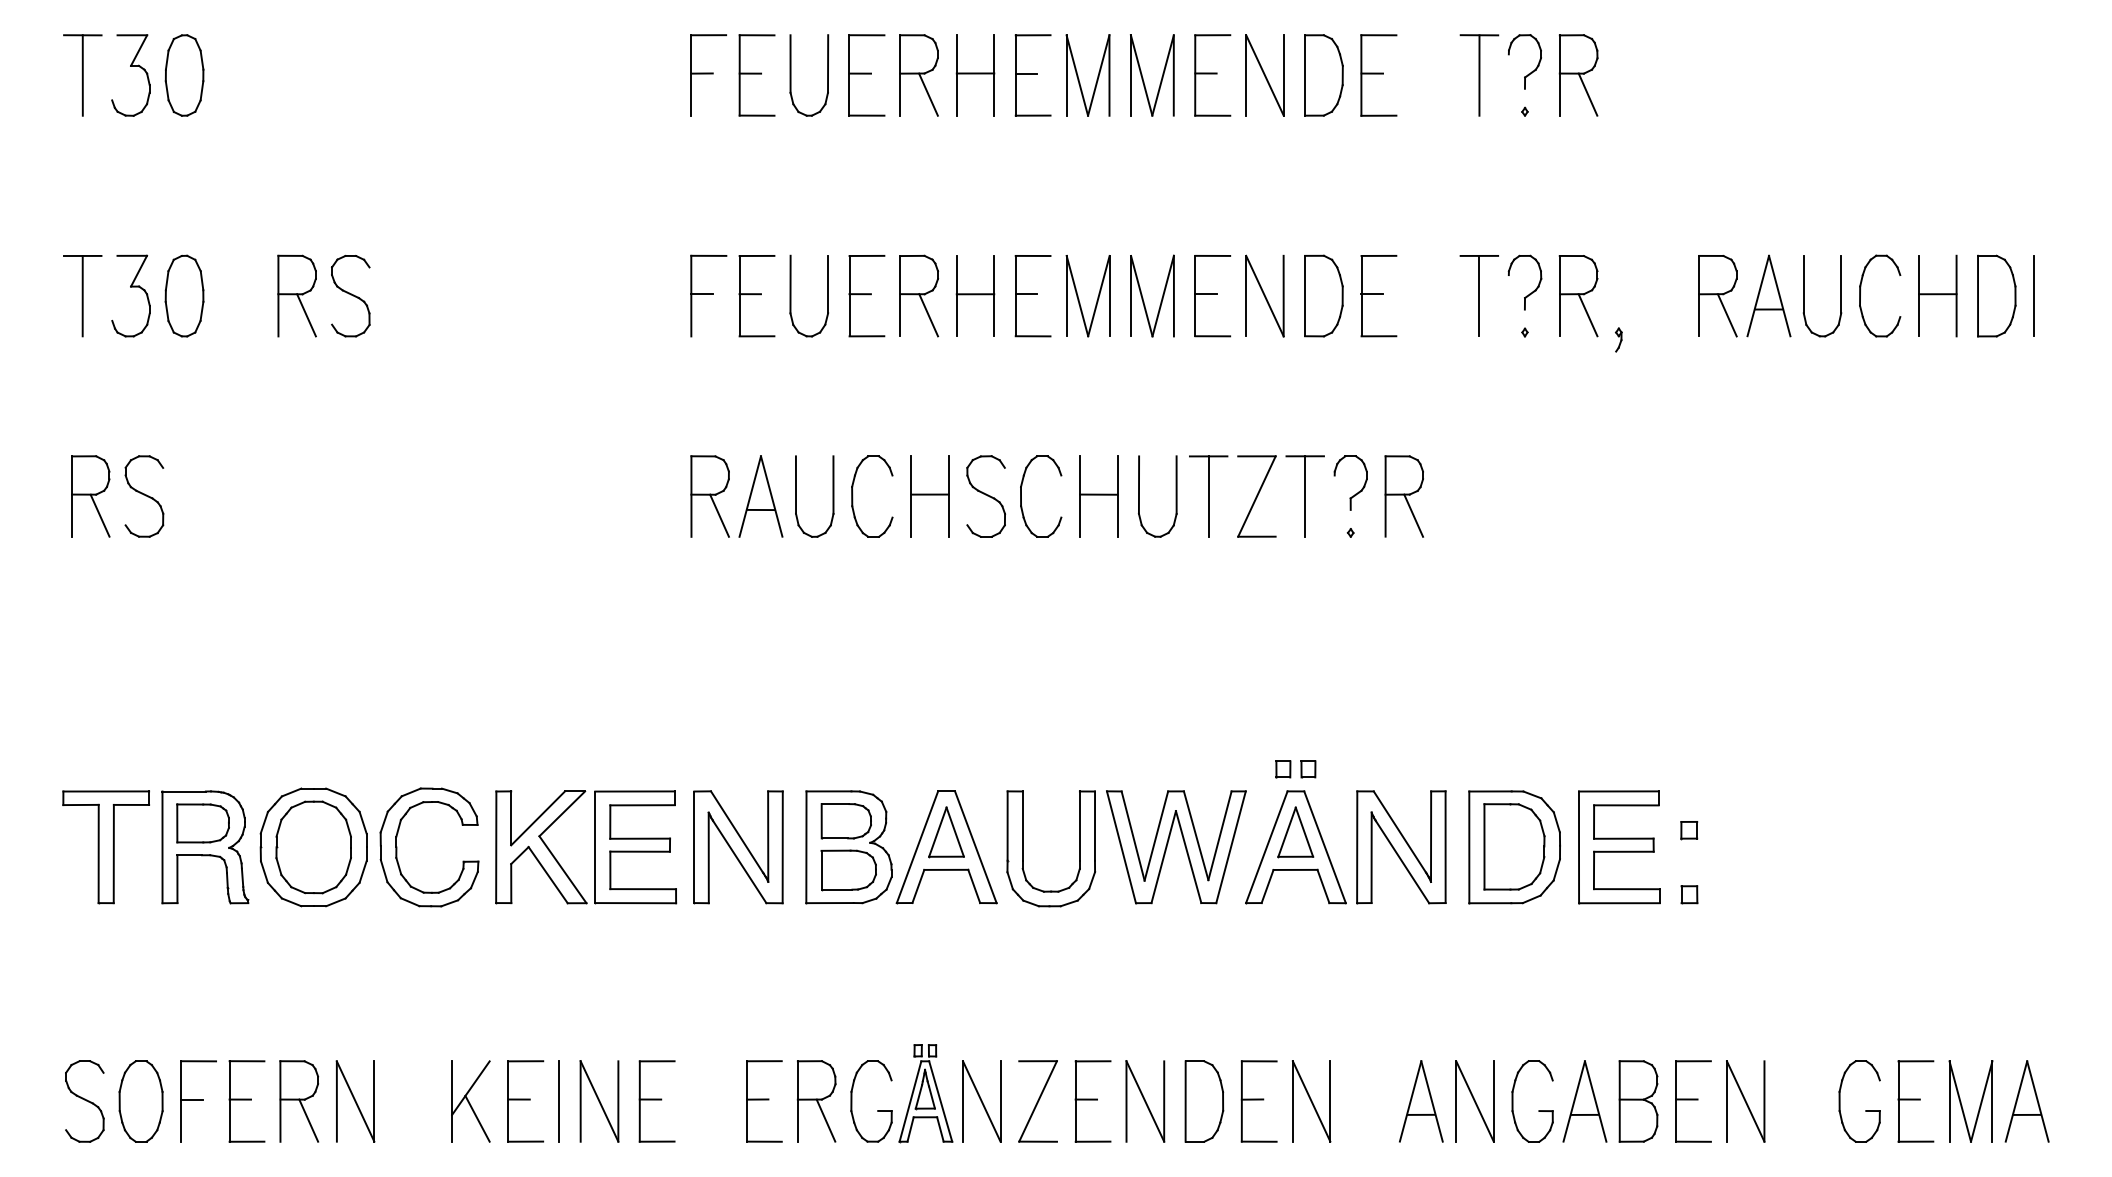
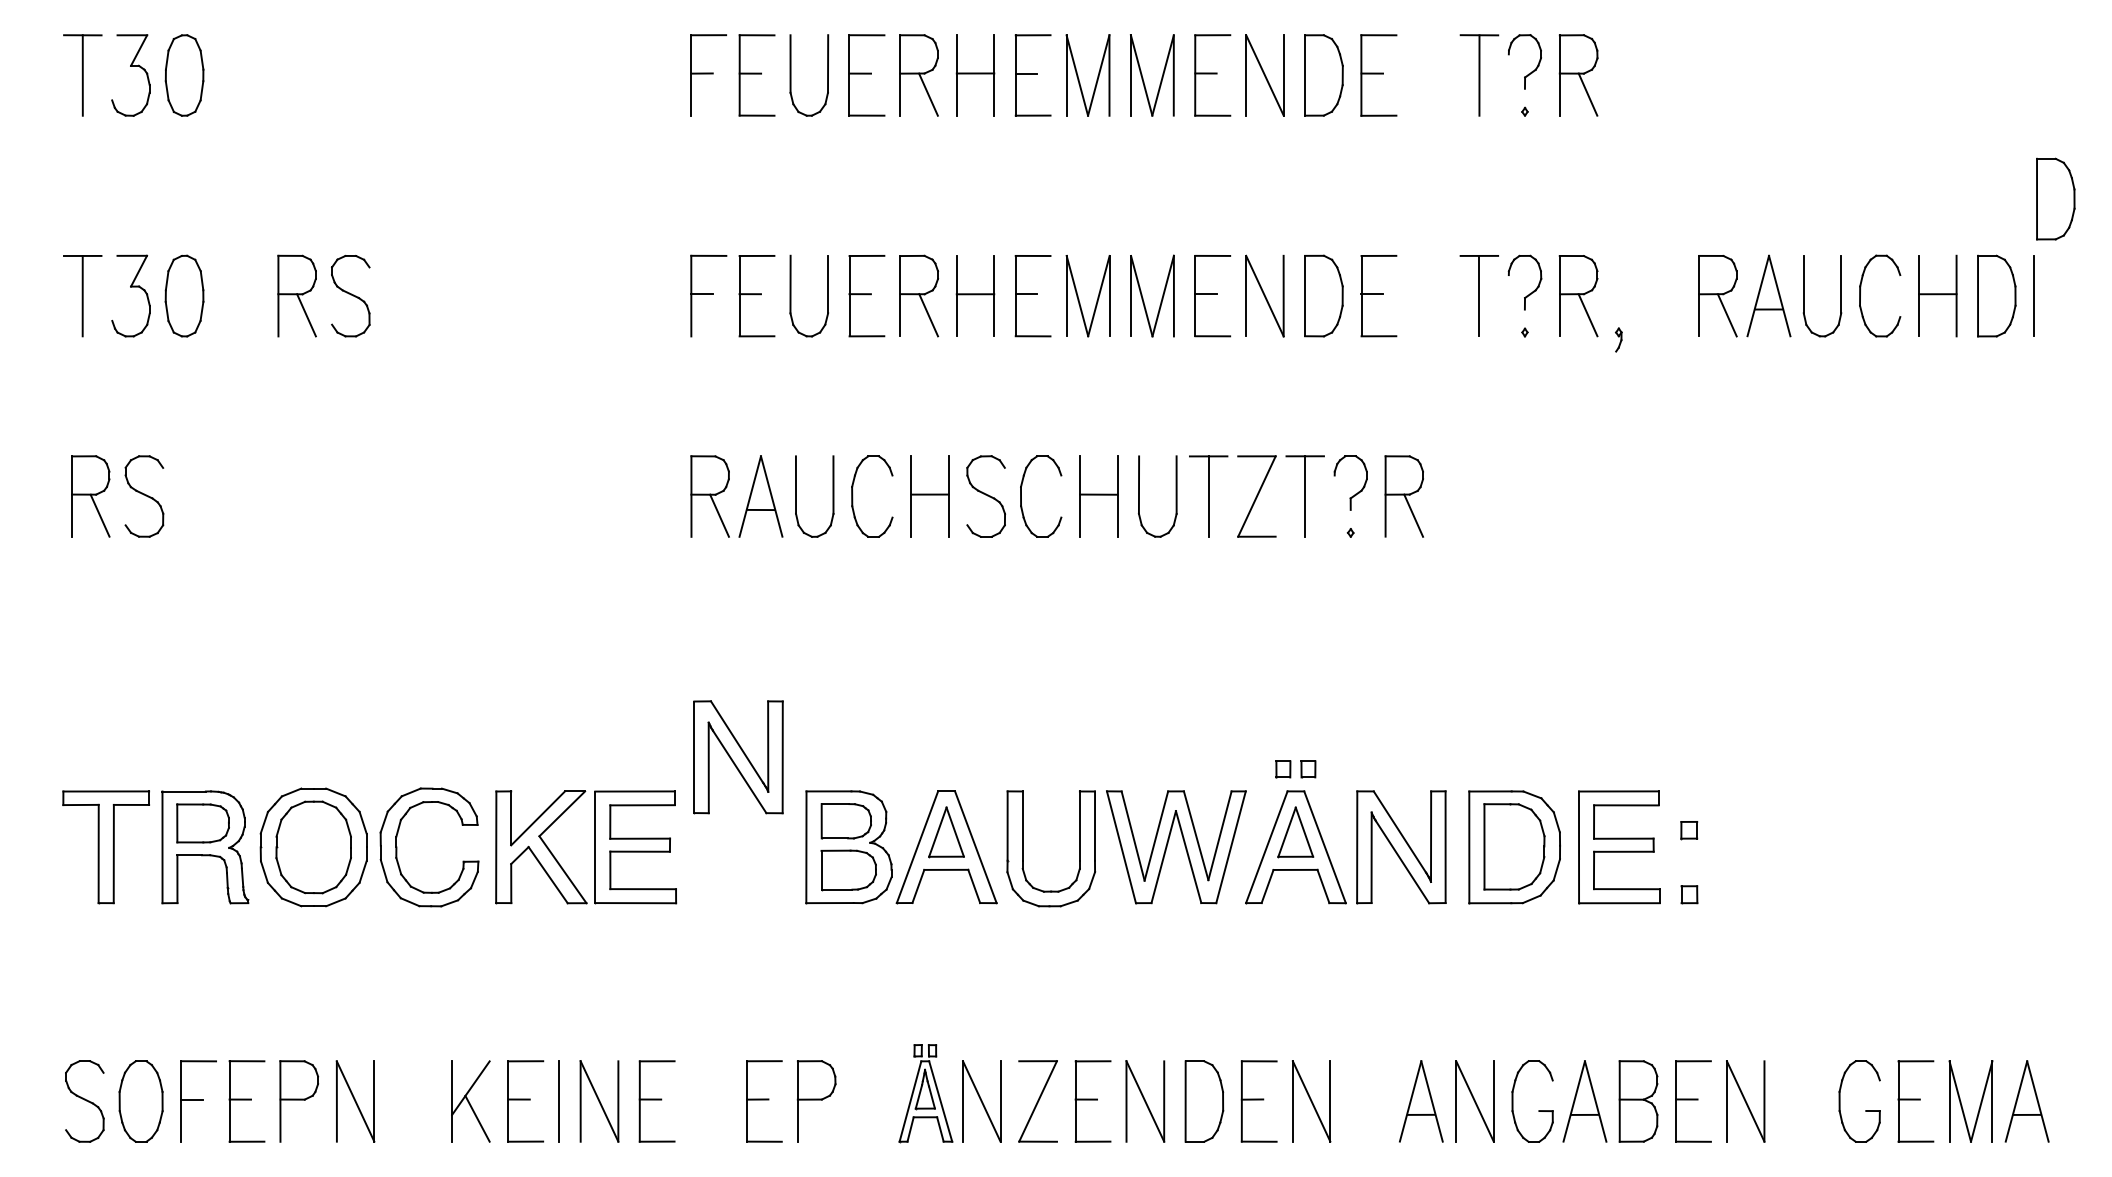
part at (2055, 198): none -> present
part at (738, 847) position: (738, 847) -> (738, 757)
part at (877, 1110): present -> none
line at (308, 1120): present -> none
line at (825, 1120): present -> none
